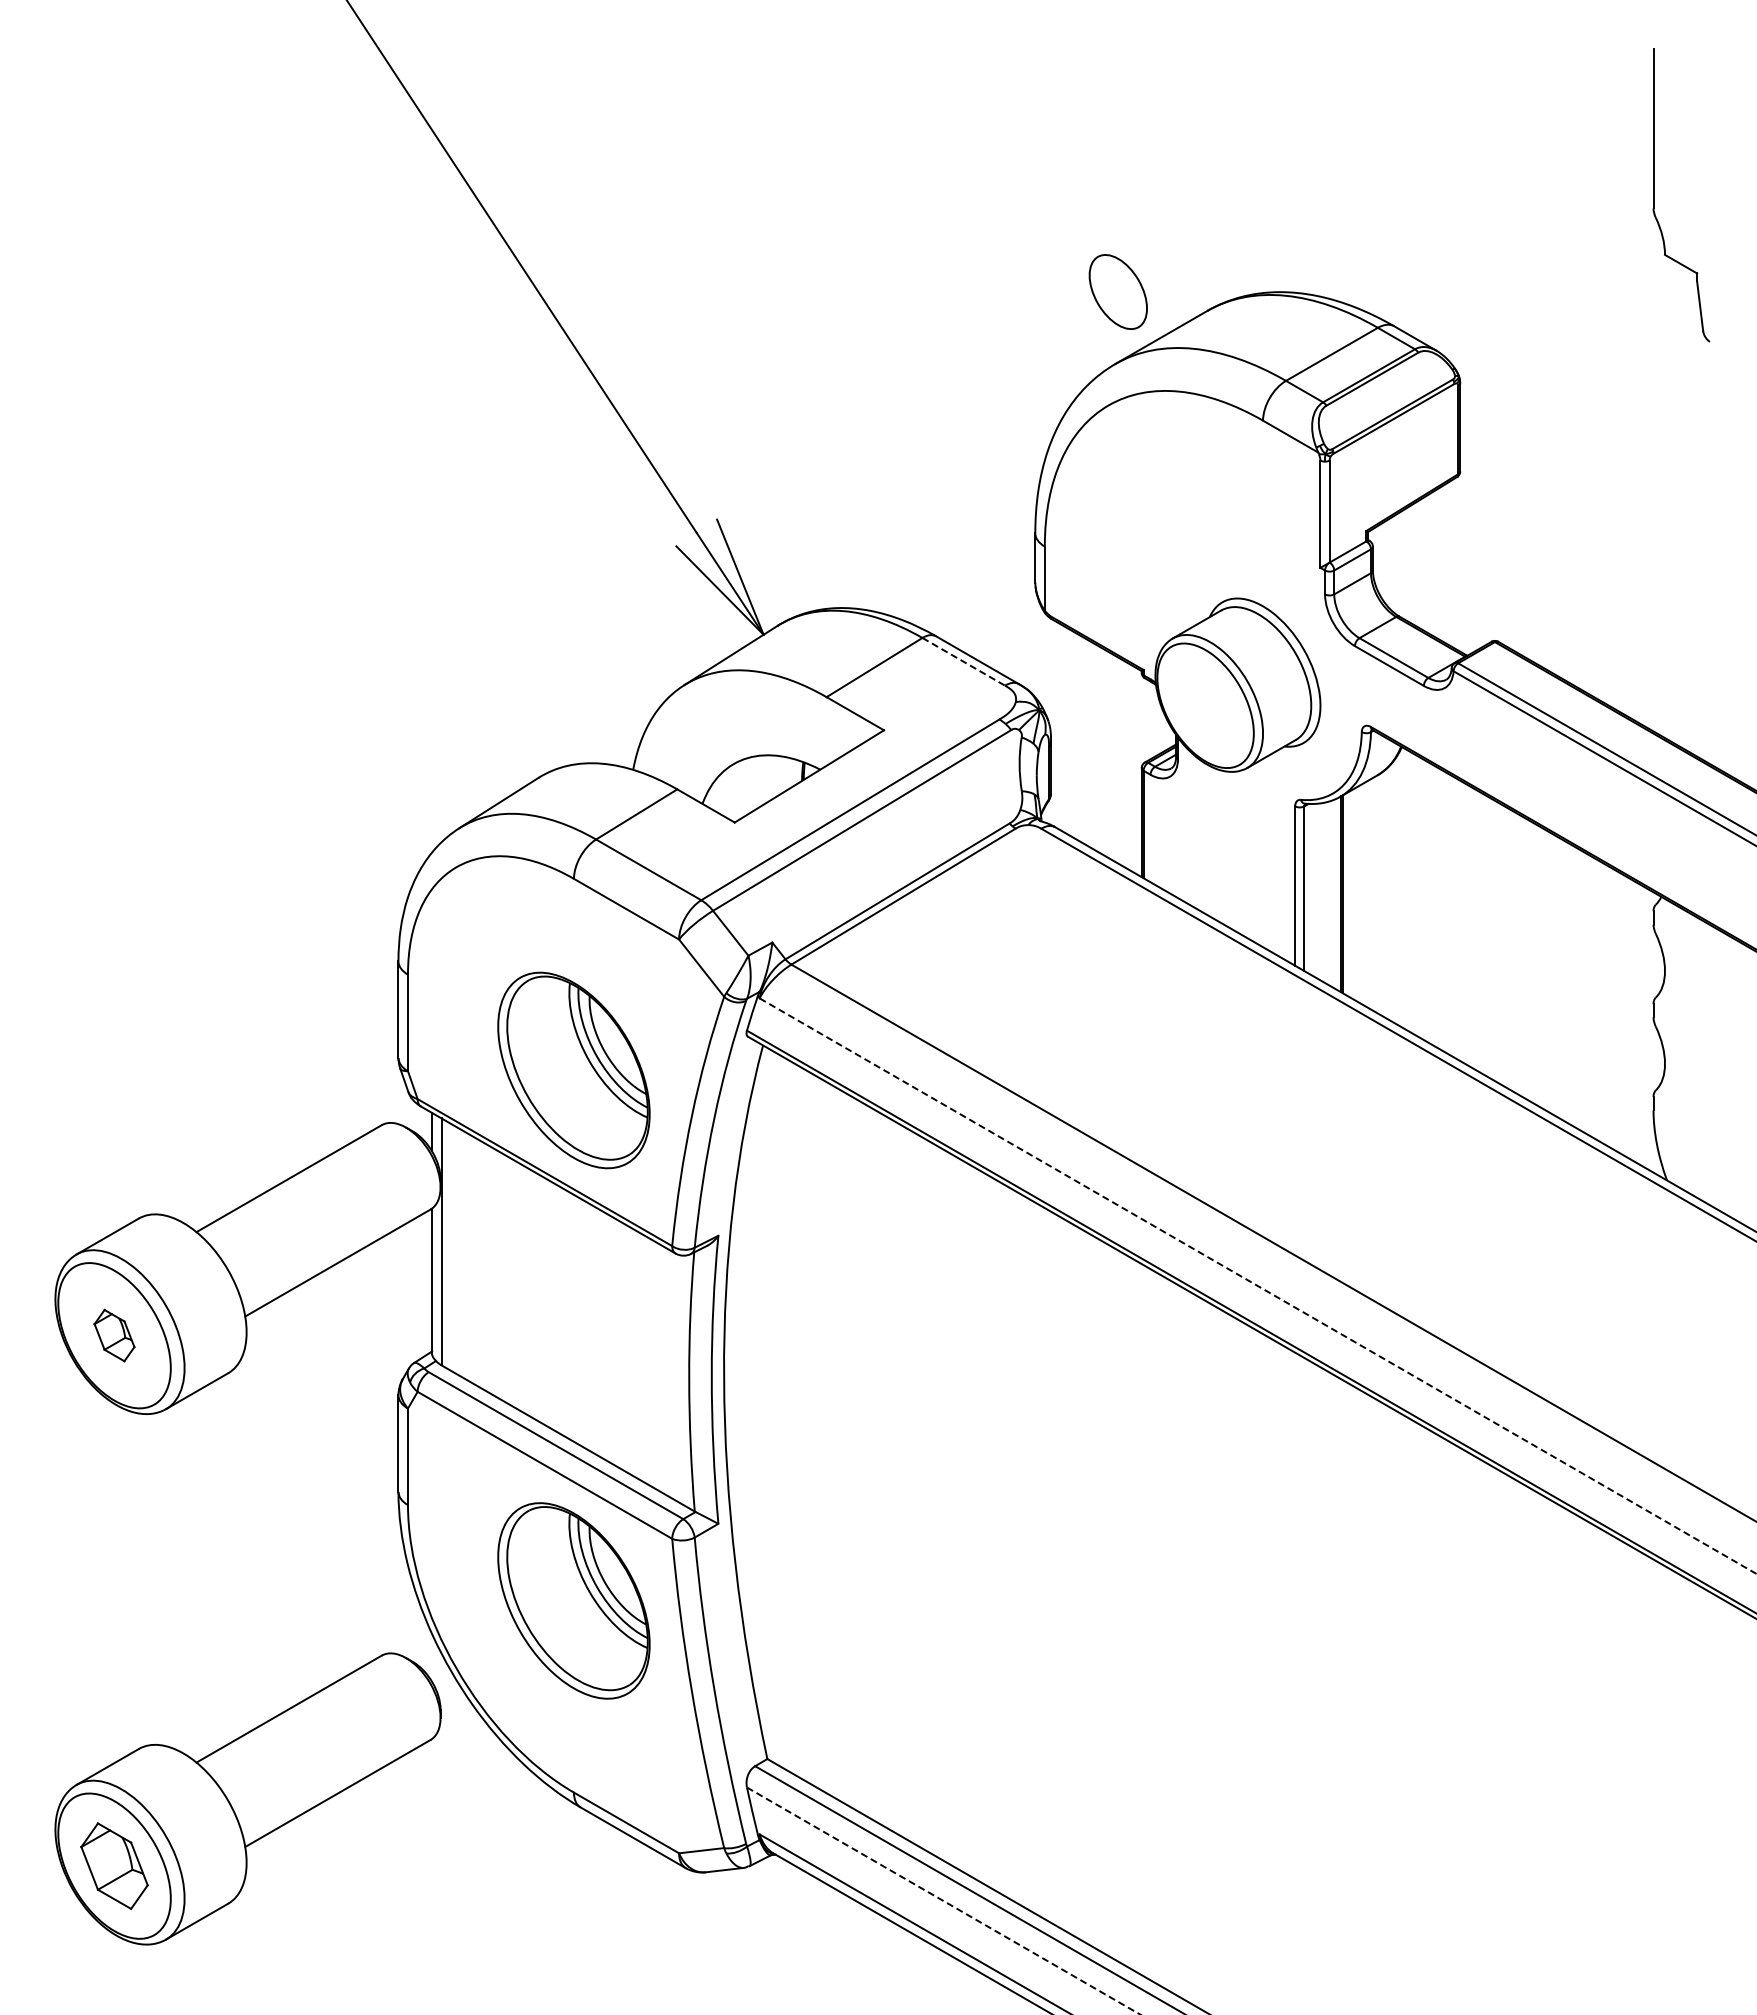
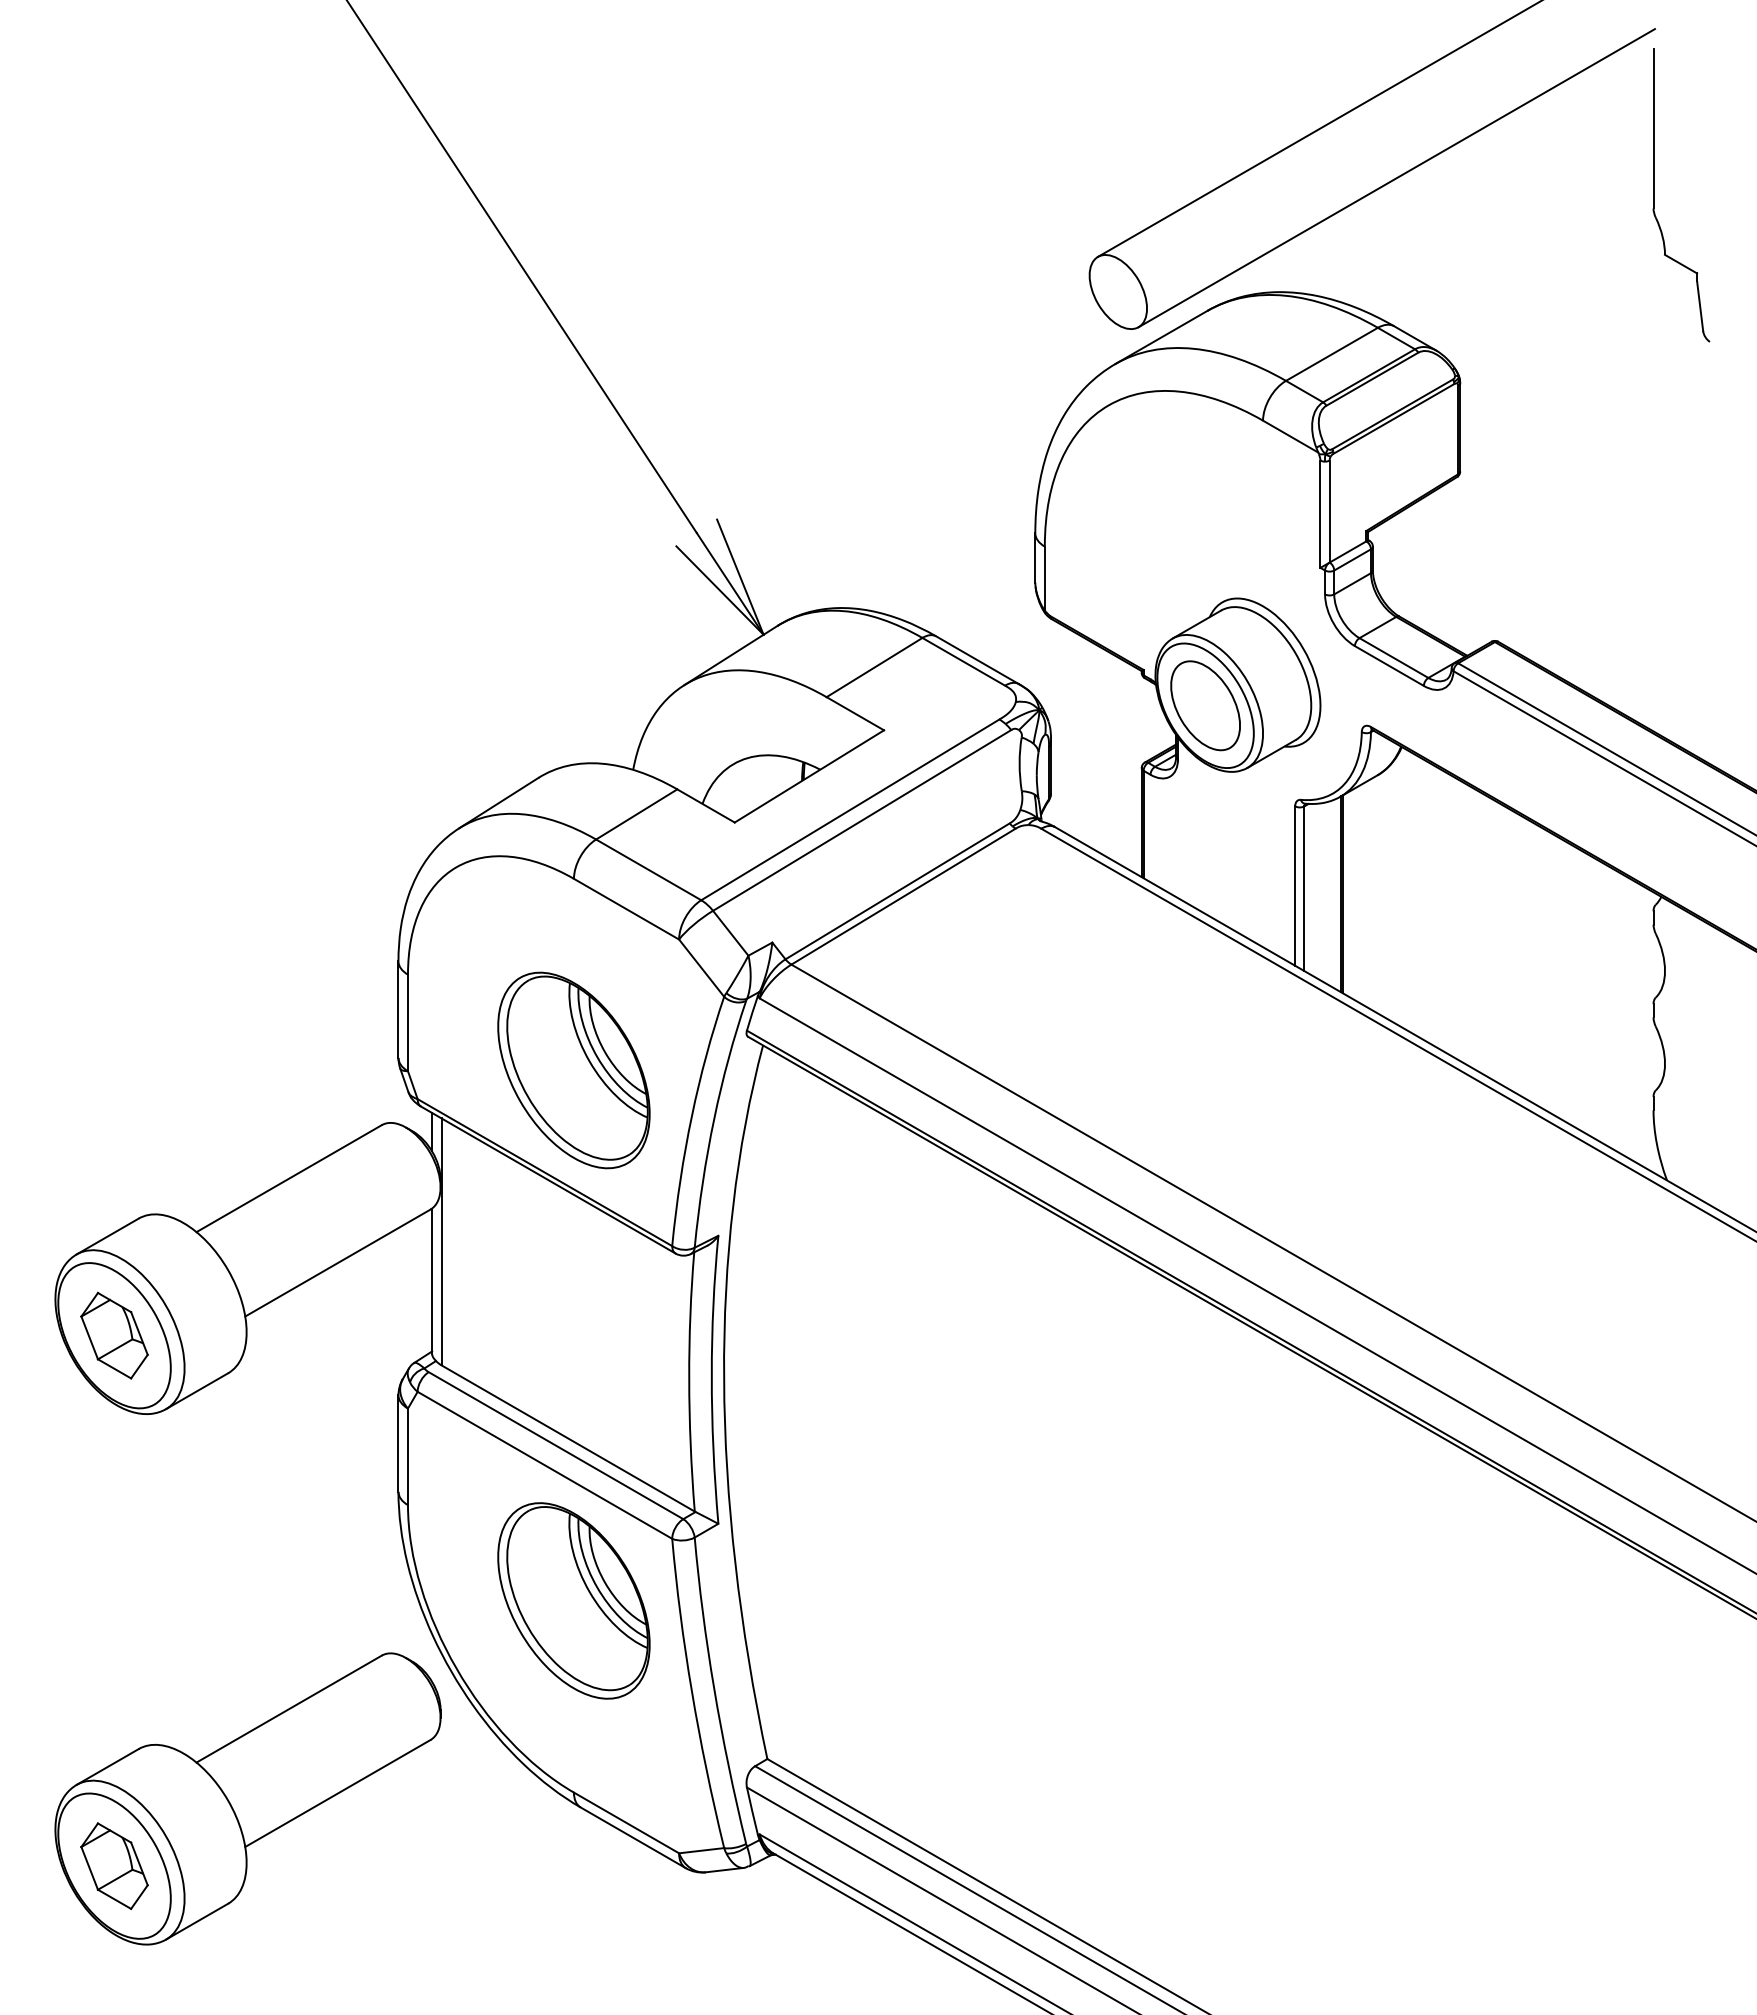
line at (1318, 129): none -> present
line at (1396, 178): none -> present
line at (963, 661): dashed -> solid
part at (1205, 705): none -> present
line at (1258, 1286): dashed -> solid
part at (114, 1335) size: 43x55 px -> 69x89 px
line at (944, 1901): dashed -> solid
